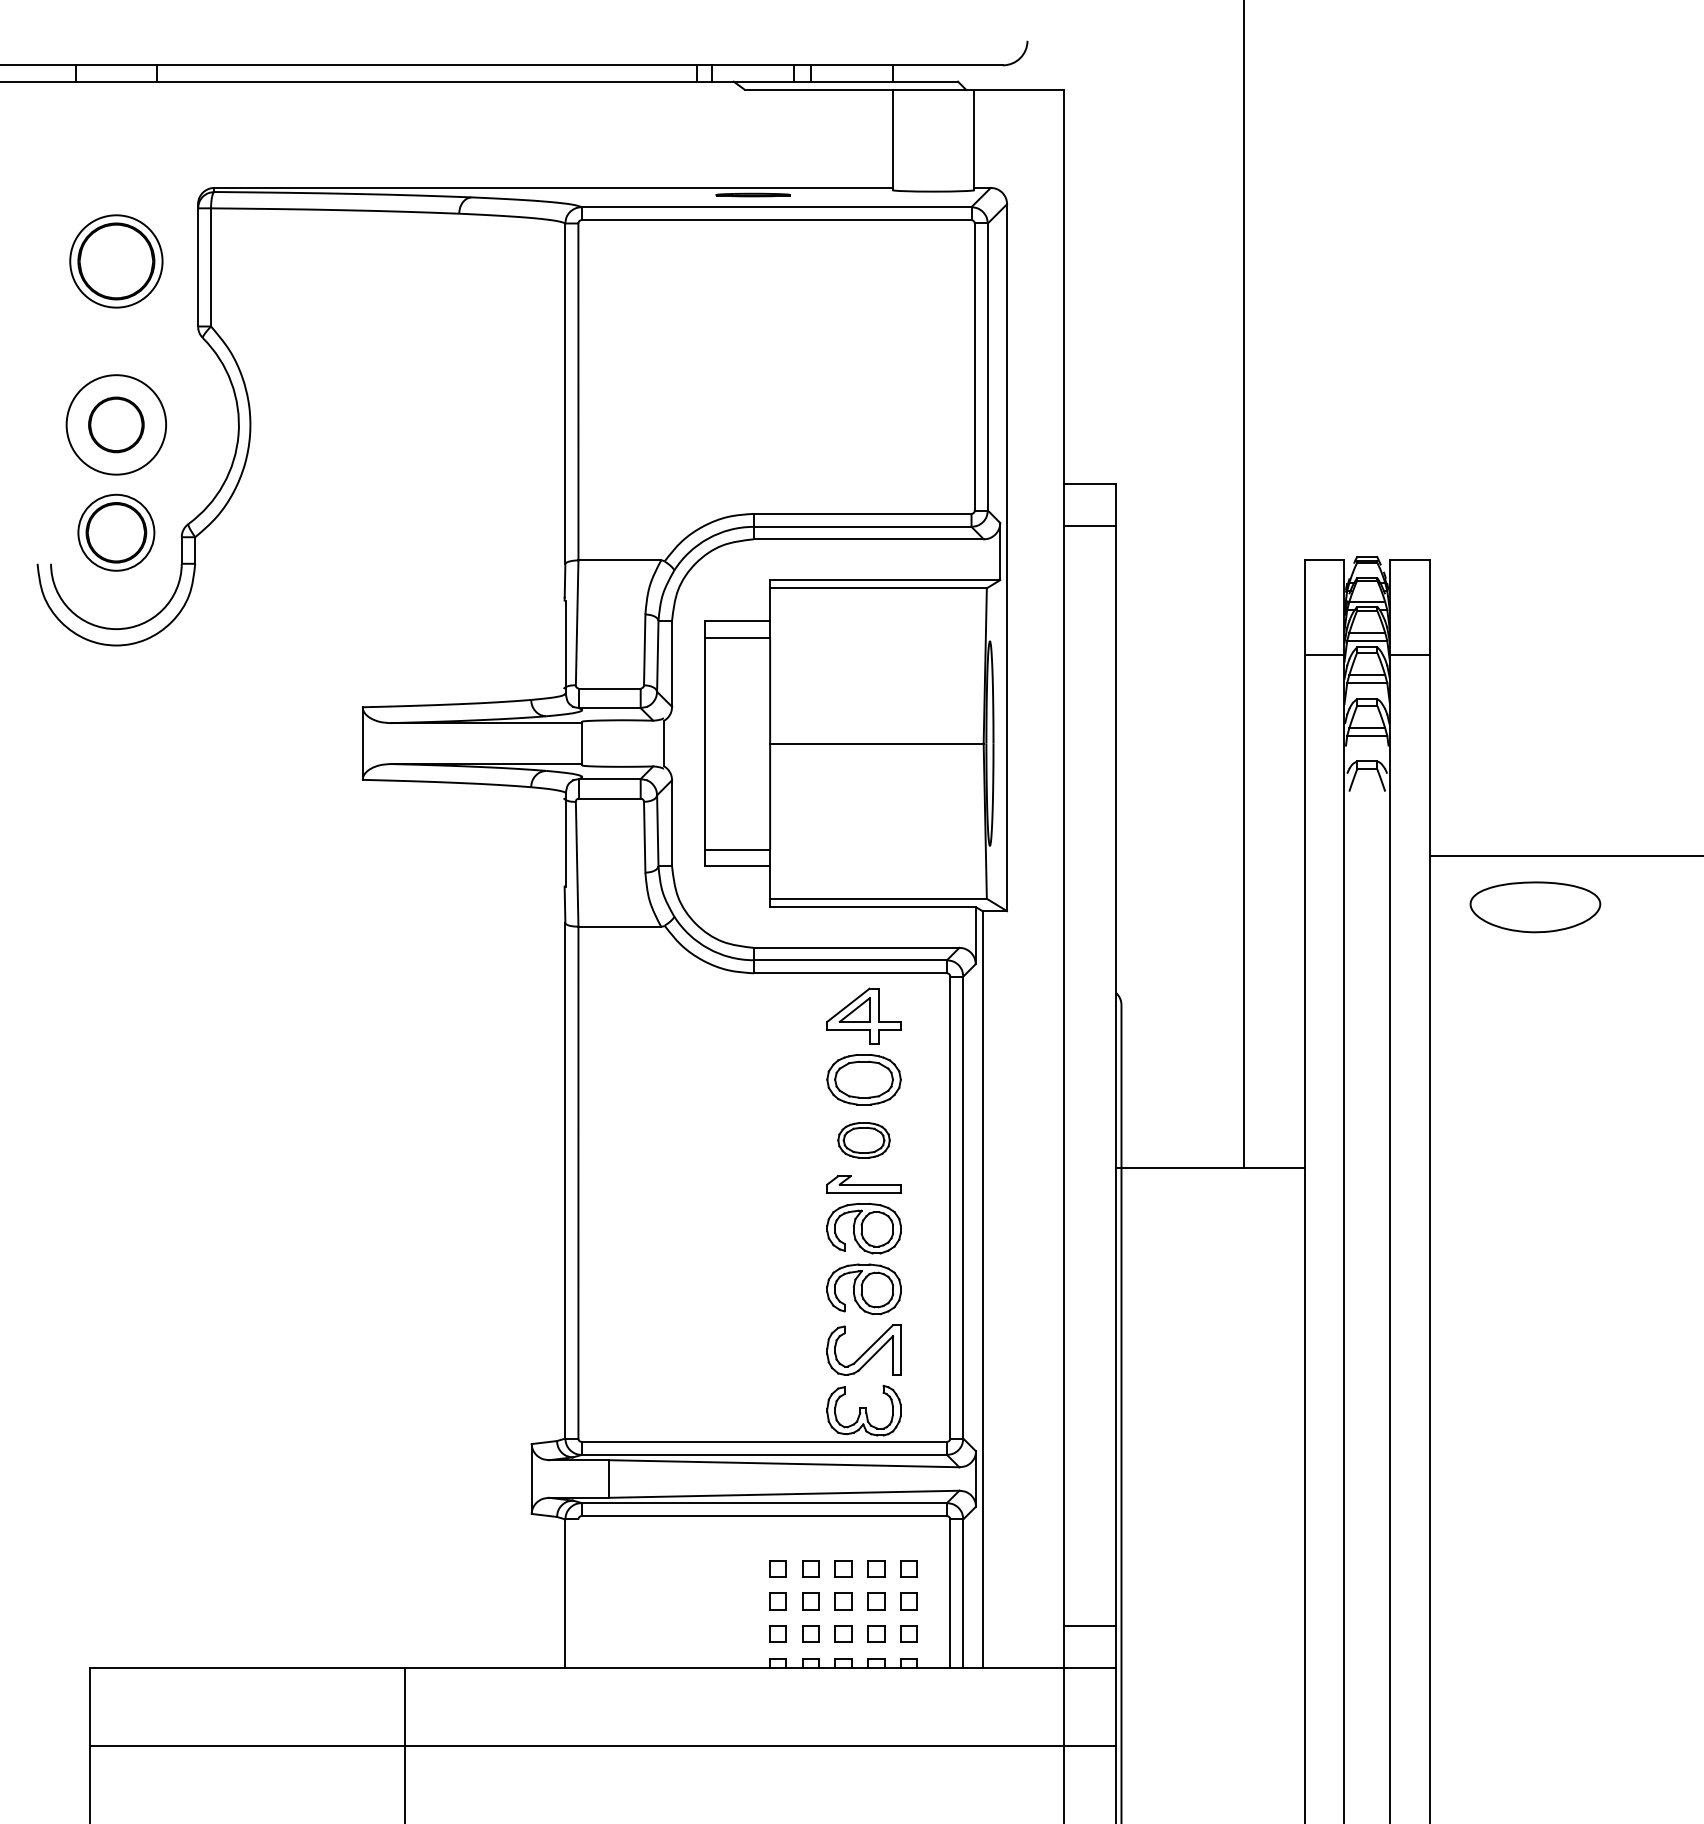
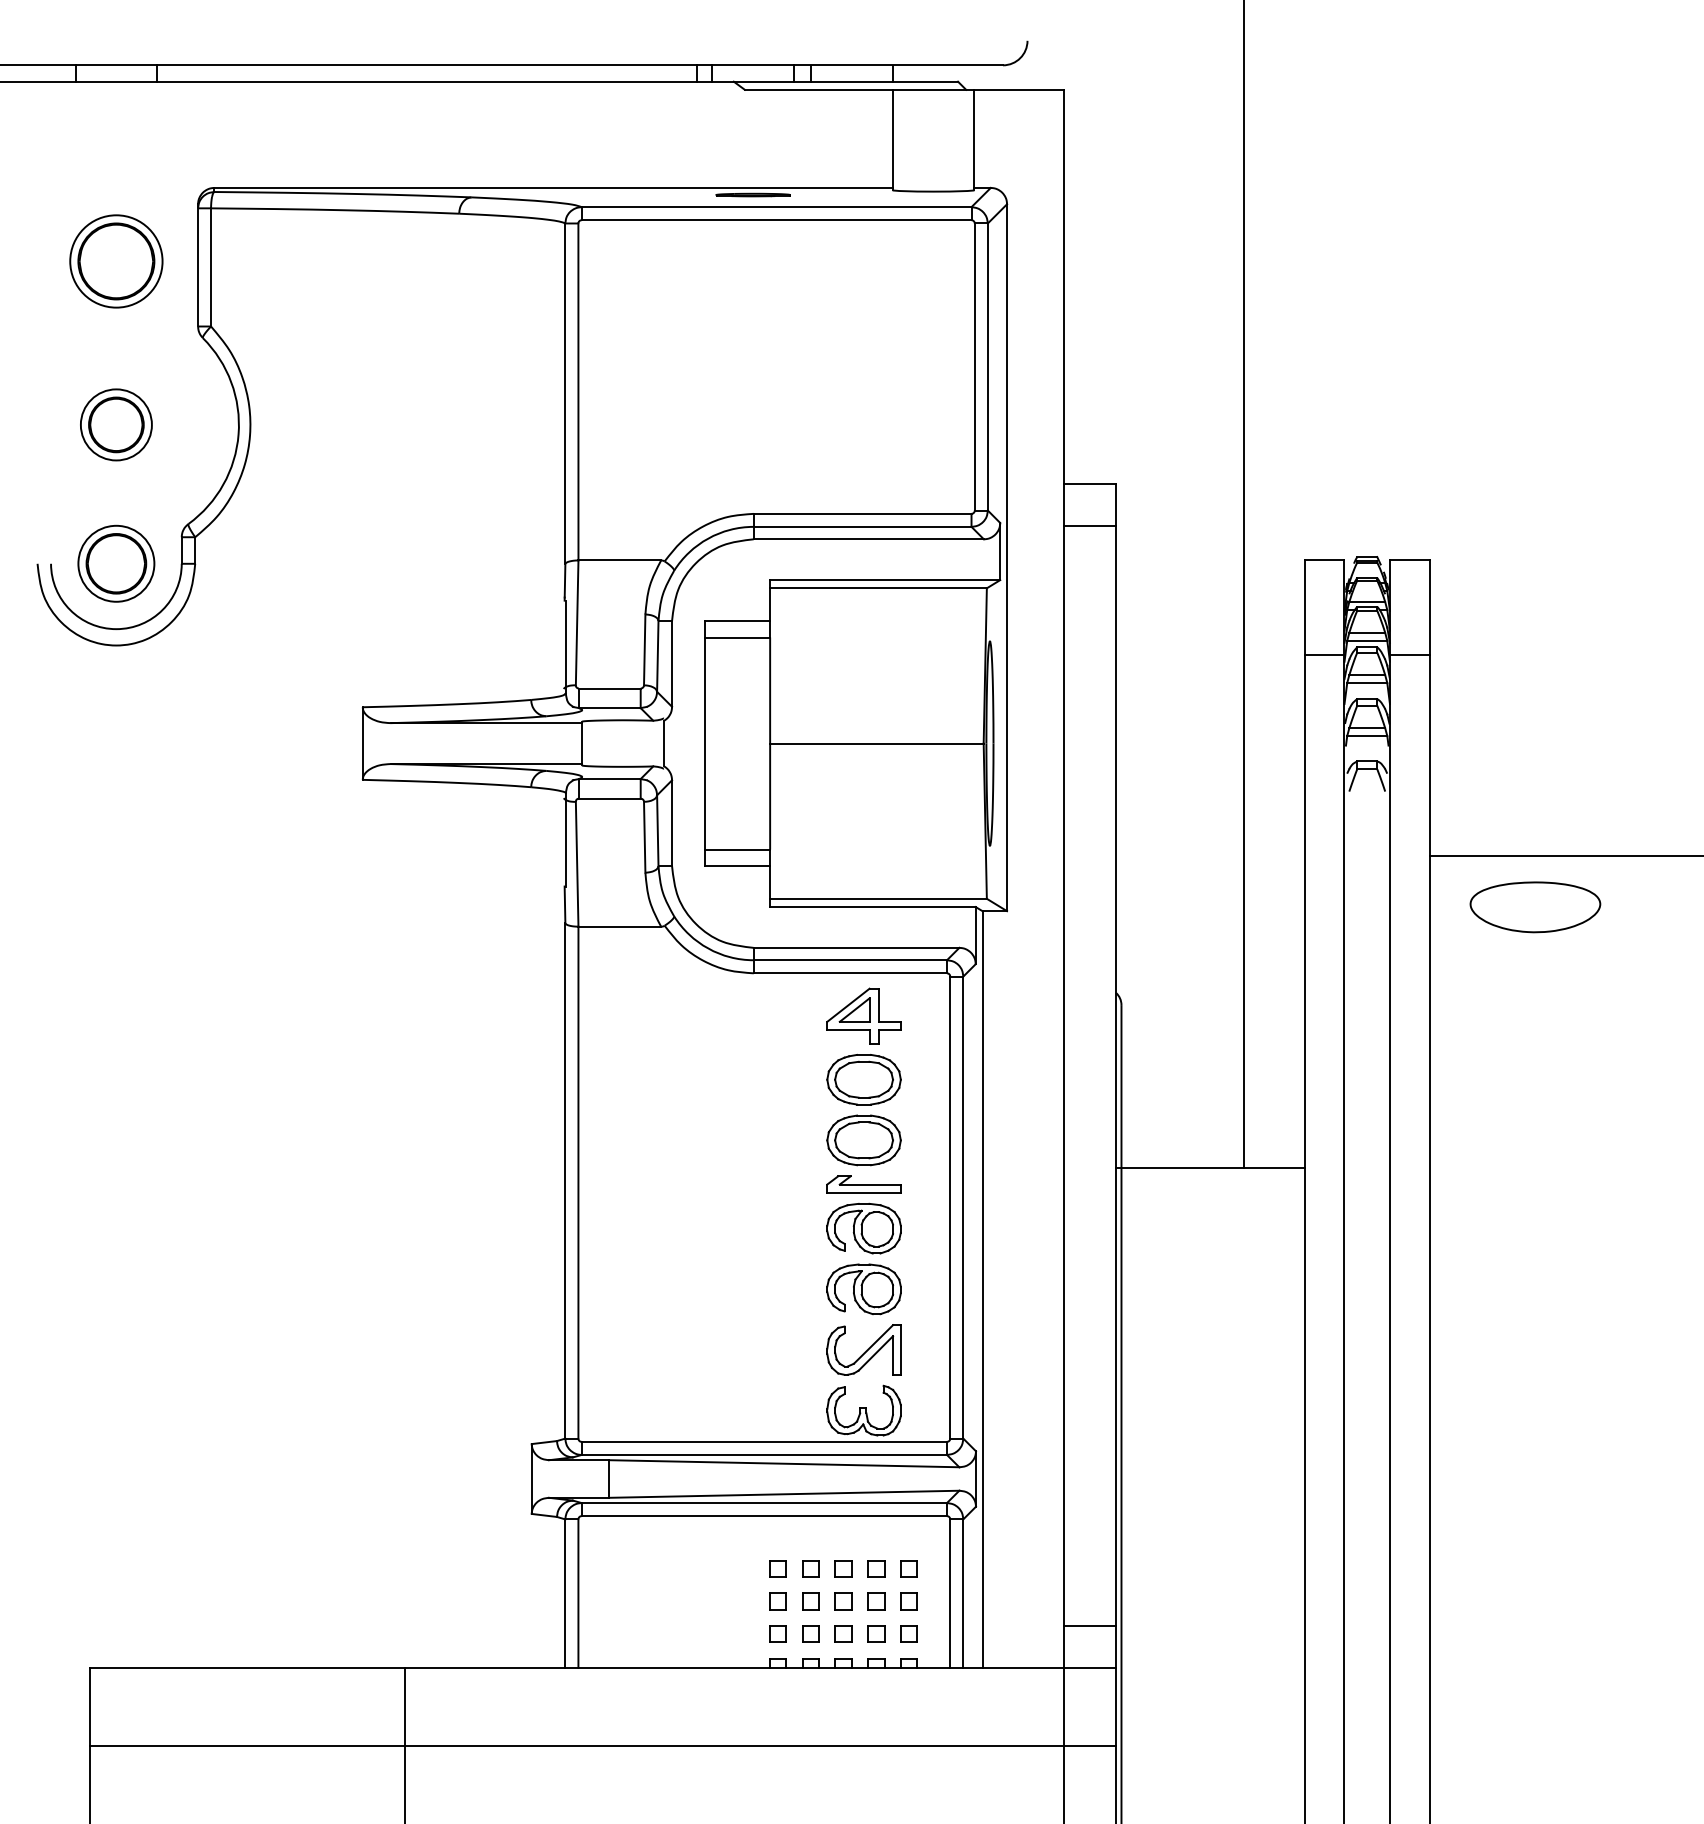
circle at (116, 424) diameter: 99 px -> 71 px
part at (116, 532) position: (116, 532) -> (116, 563)
part at (863, 1140) size: 54x37 px -> 76x53 px
line at (578, 1593): none -> present
